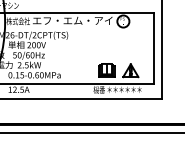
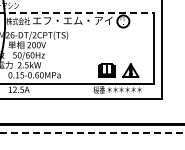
line at (77, 13): solid -> dashed
line at (92, 132): solid -> dashed
